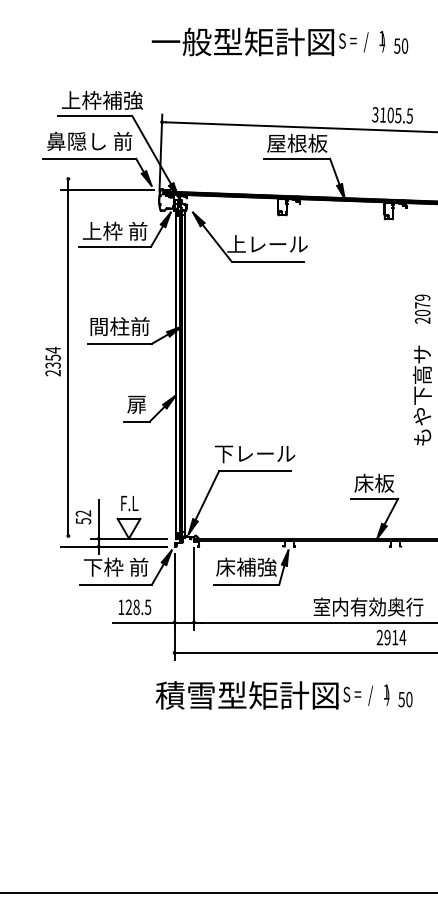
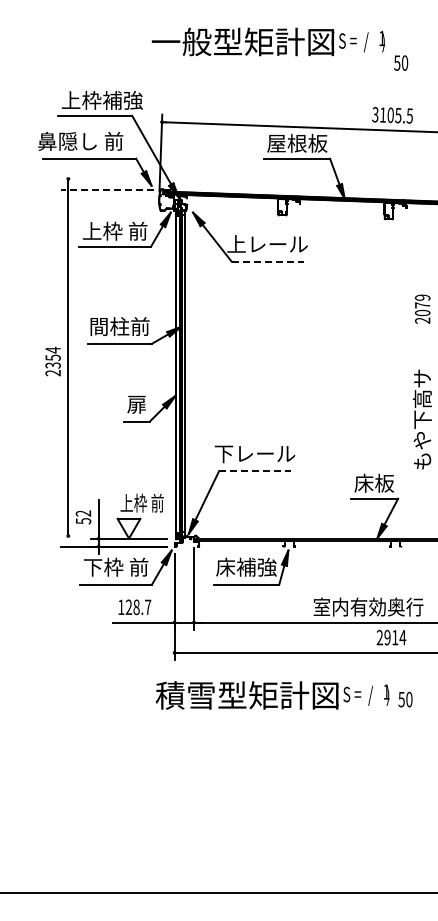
text at (401, 45) position: (401, 45) -> (401, 62)
text at (89, 141) position: (89, 141) -> (80, 141)
line at (107, 189): solid -> dashed
line at (267, 261): solid -> dashed
text at (421, 395) position: (421, 395) -> (421, 419)
line at (255, 471): solid -> dashed
text at (141, 502): F.L -> 上枠 前
text at (147, 607): 128.5 -> 128.7
